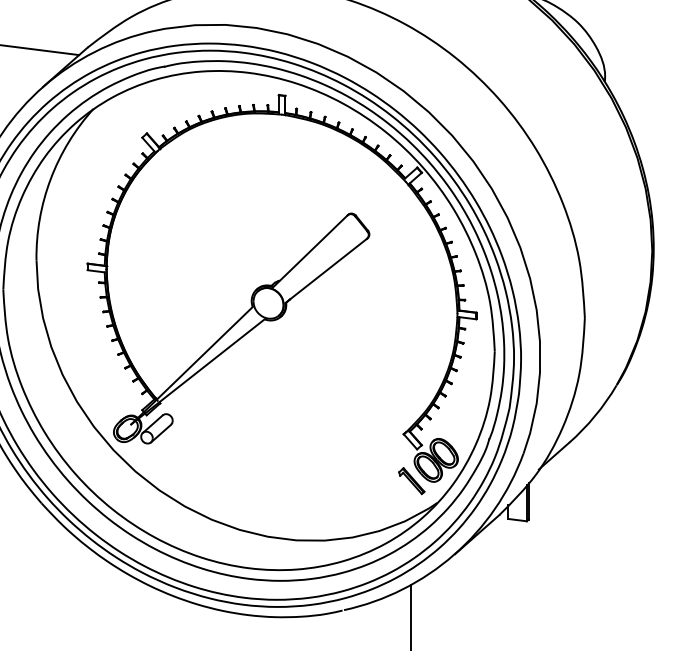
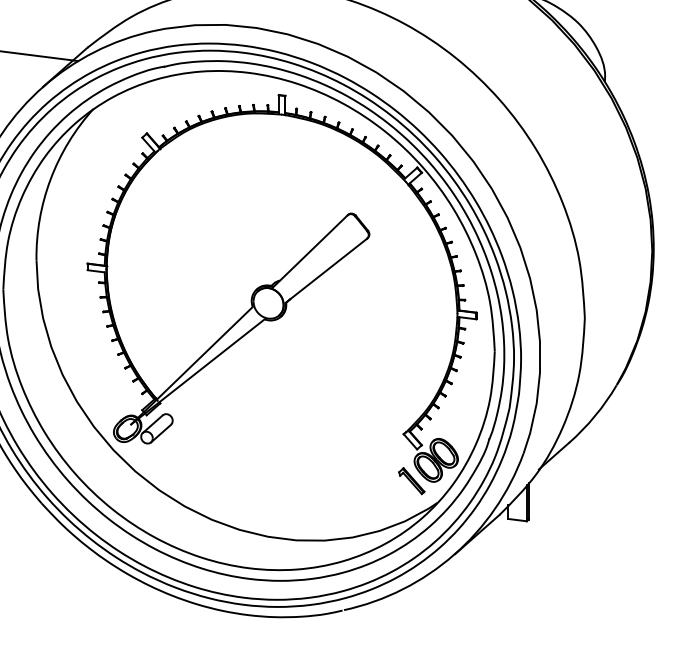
line at (40, 50) position: (40, 50) -> (40, 56)
line at (411, 616): present -> none
